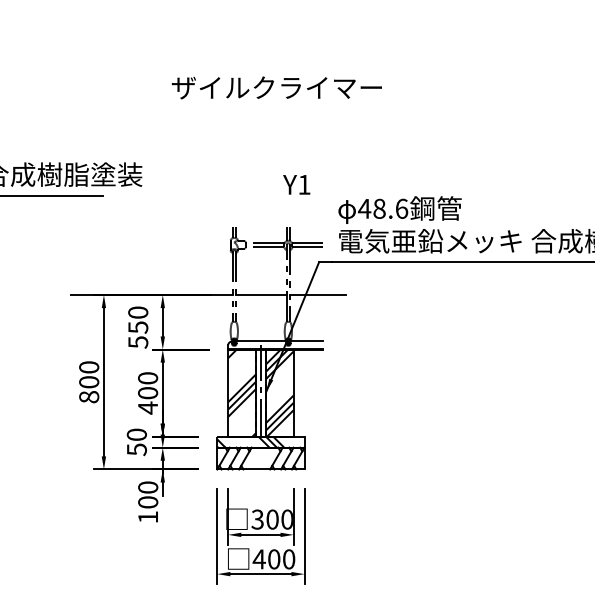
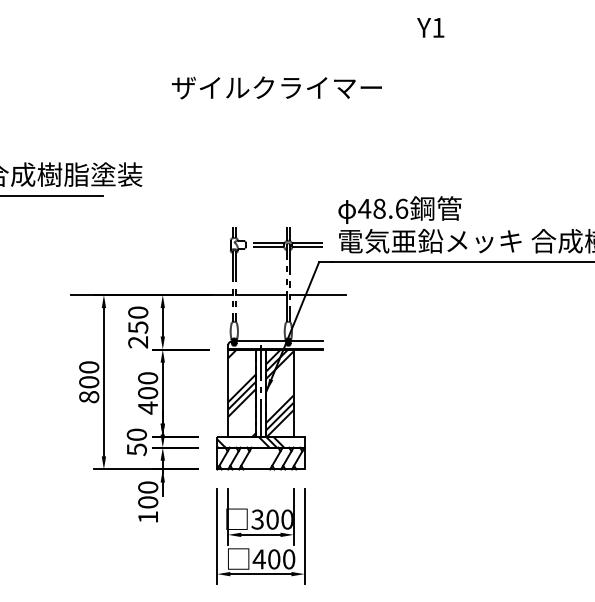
text at (296, 184) position: (296, 184) -> (430, 27)
text at (138, 342): 550 -> 250
